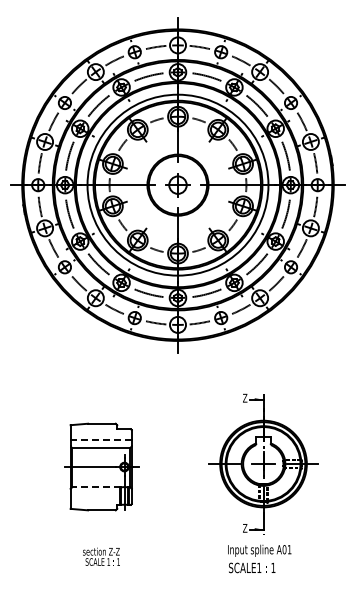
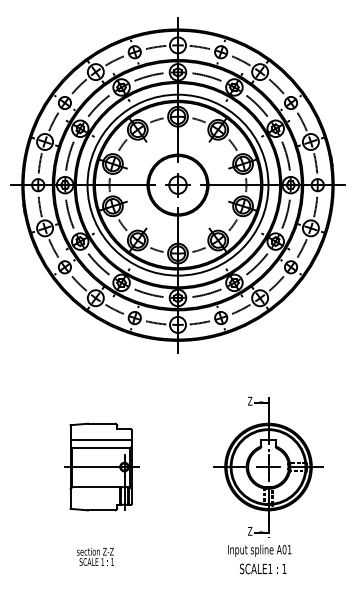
line at (101, 439): dashed -> solid
part at (263, 463) position: (263, 463) -> (268, 466)
line at (95, 487): dashed -> solid
text at (101, 556) position: (101, 556) -> (95, 556)
text at (252, 567) position: (252, 567) -> (263, 568)
